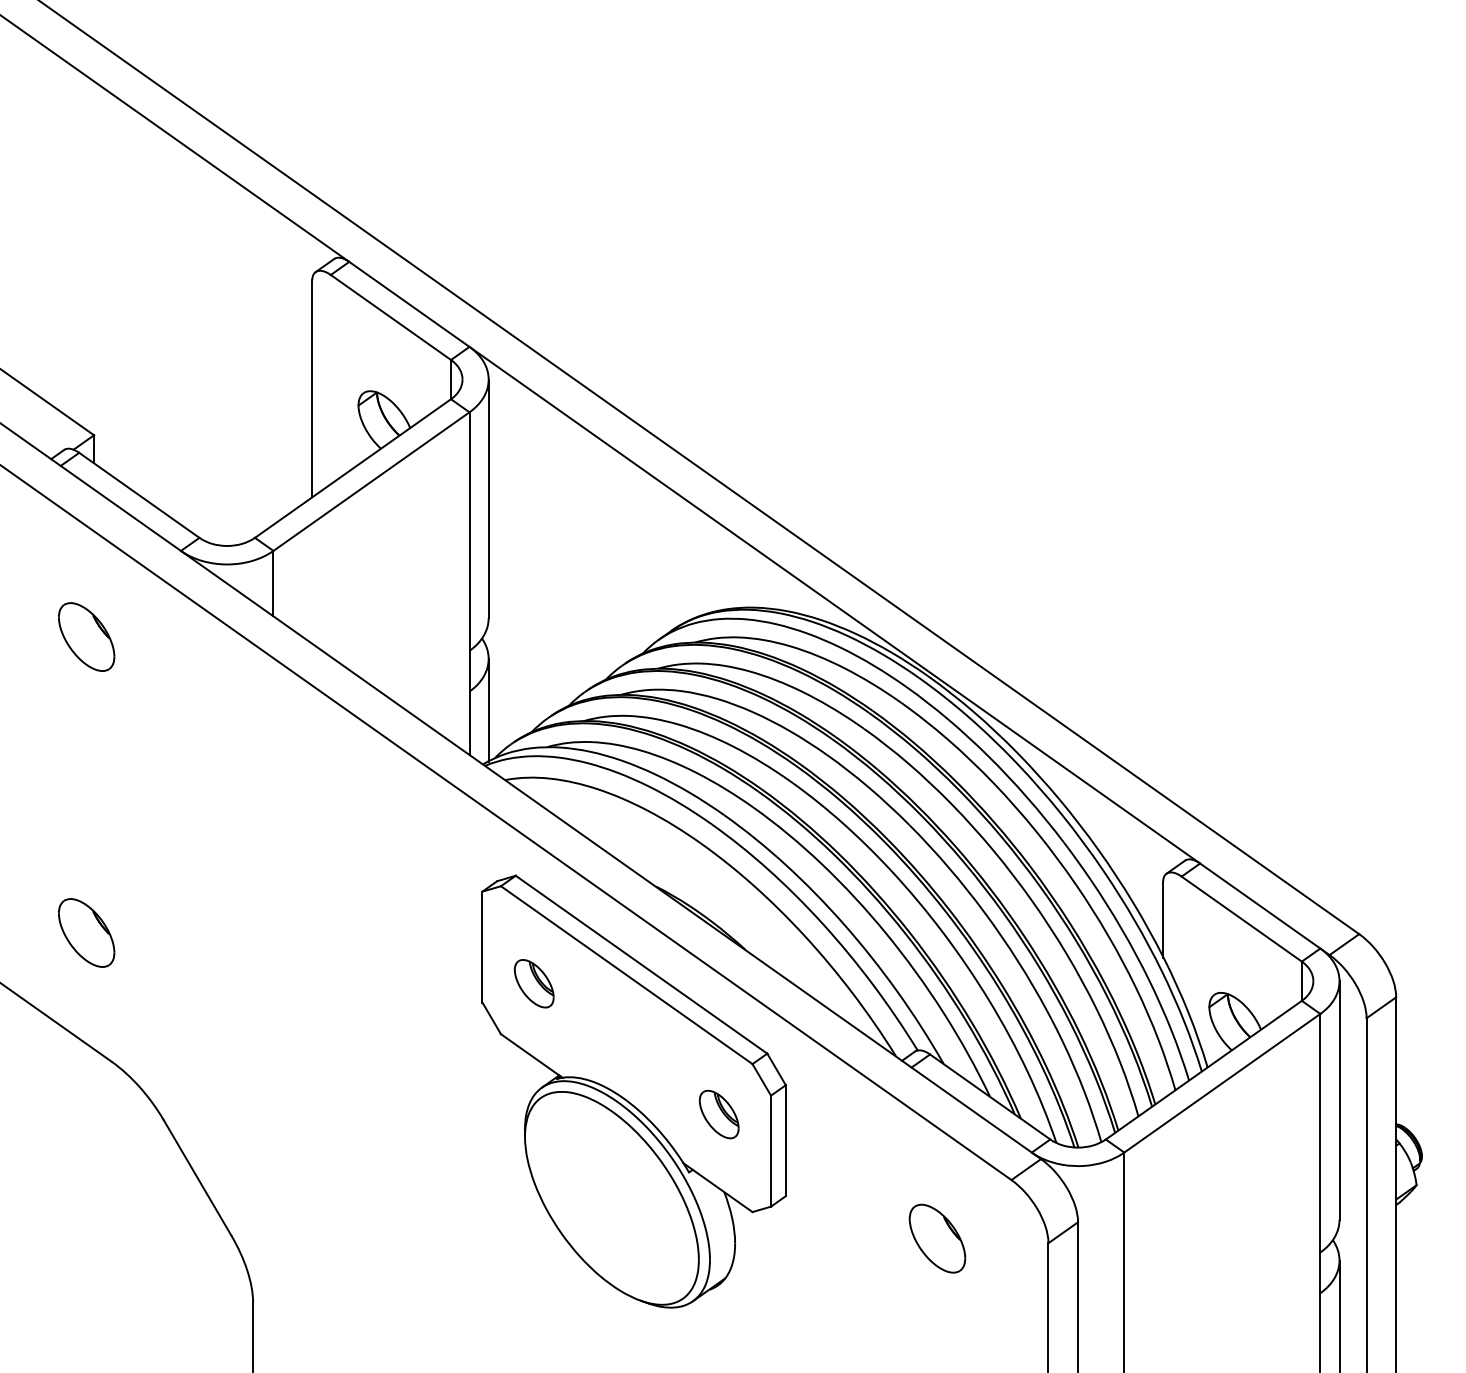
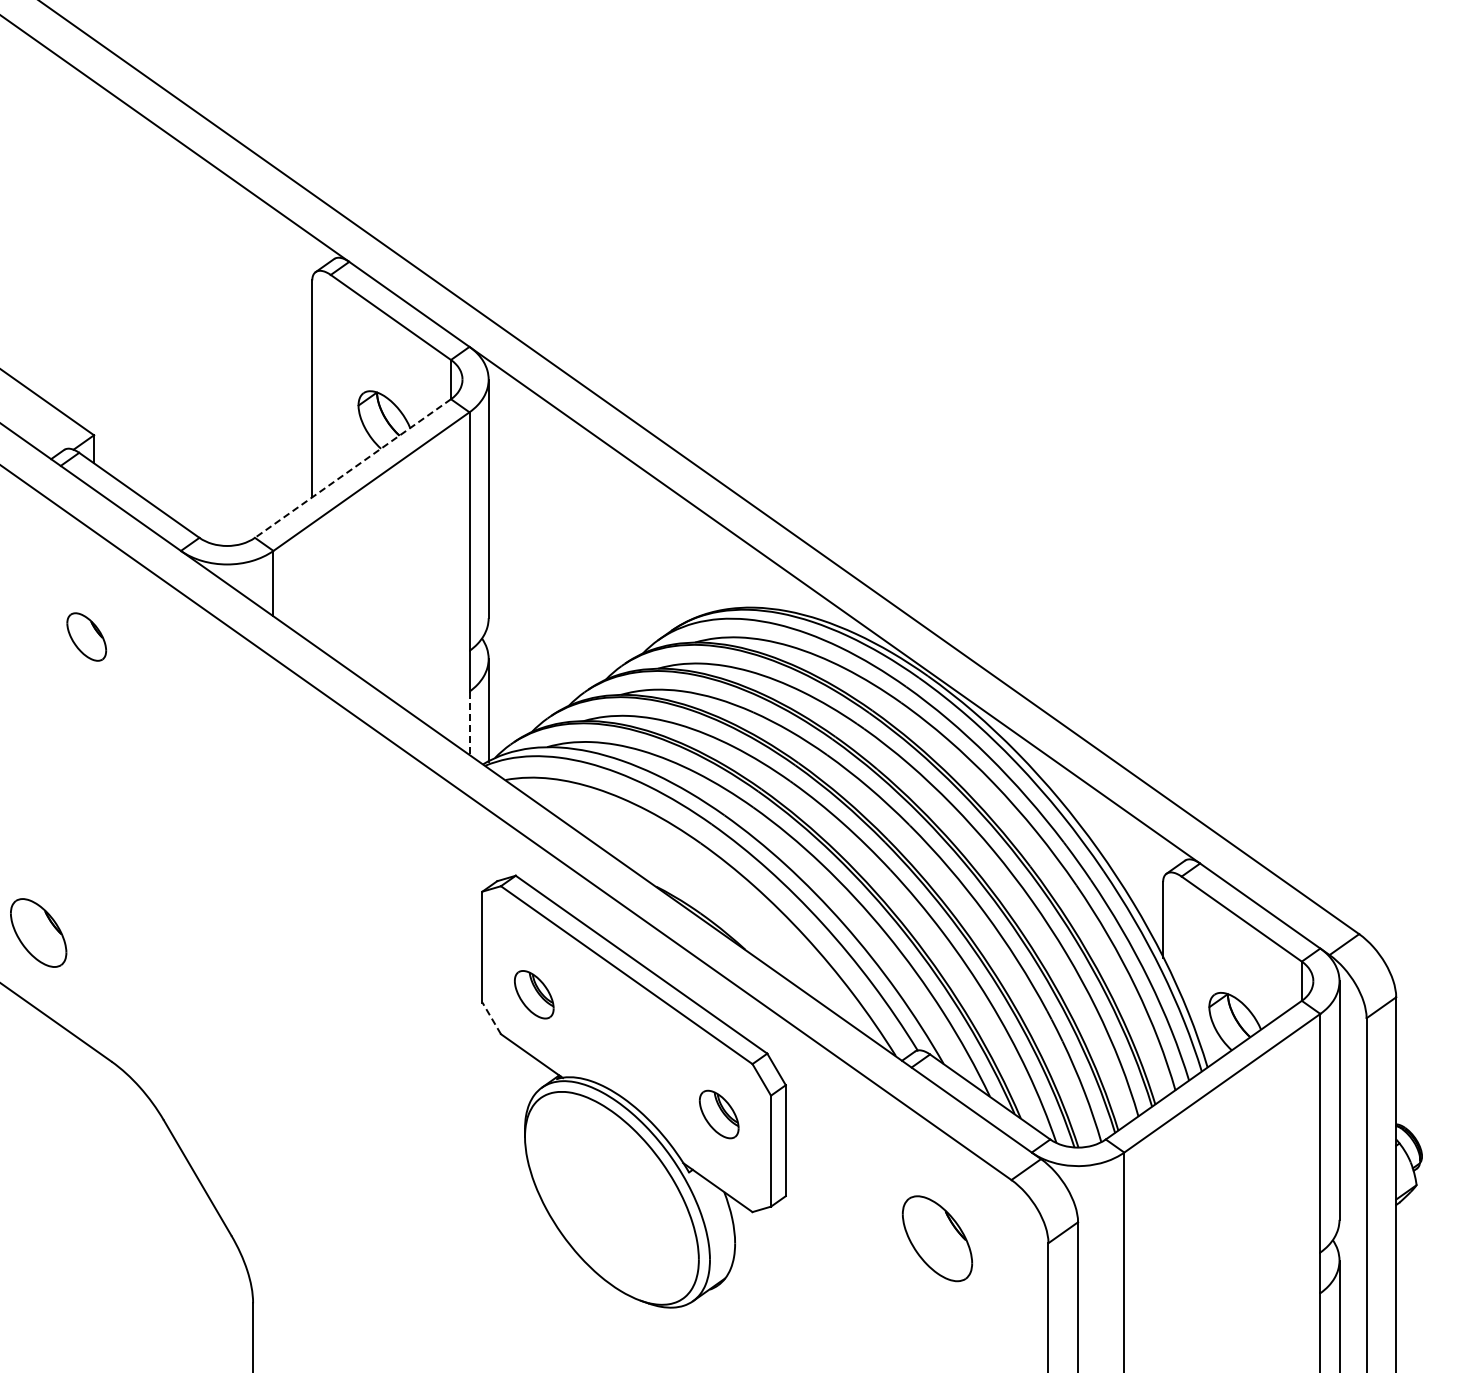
line at (352, 468): solid -> dashed
part at (86, 636) size: 58x70 px -> 42x50 px
line at (469, 723): solid -> dashed
part at (86, 932) position: (86, 932) -> (38, 932)
part at (534, 983) position: (534, 983) -> (534, 994)
line at (491, 1017): solid -> dashed
part at (937, 1238) size: 59x71 px -> 73x88 px
